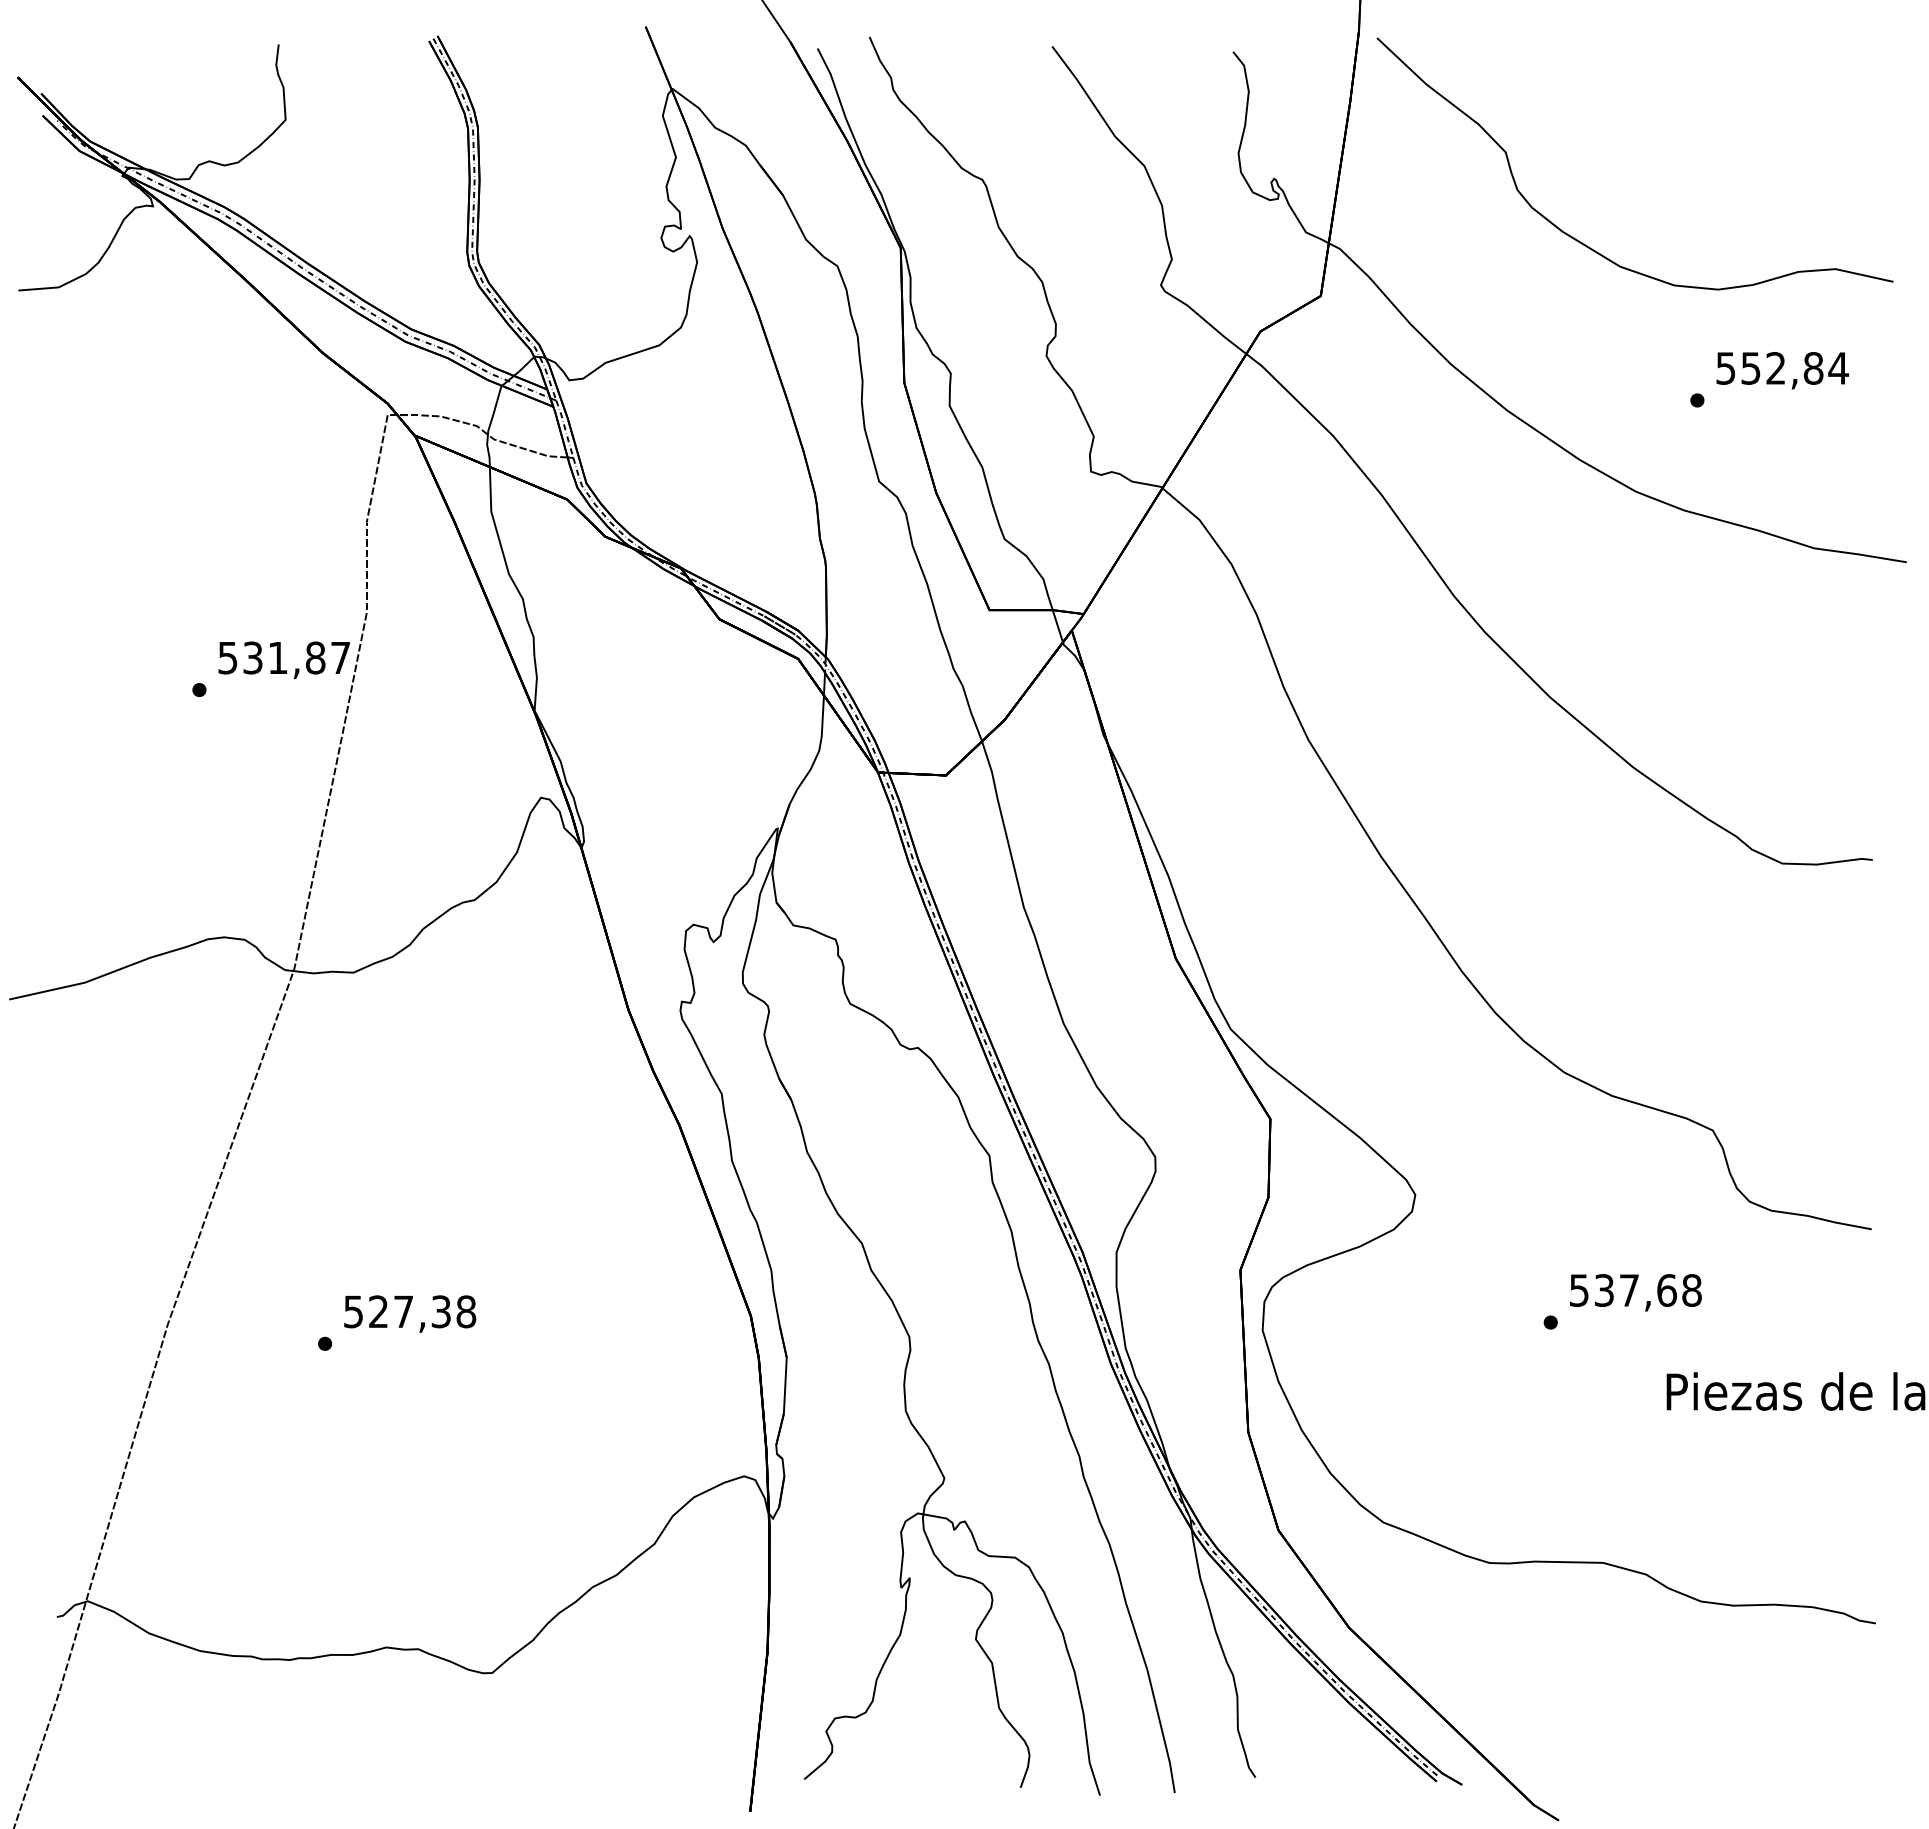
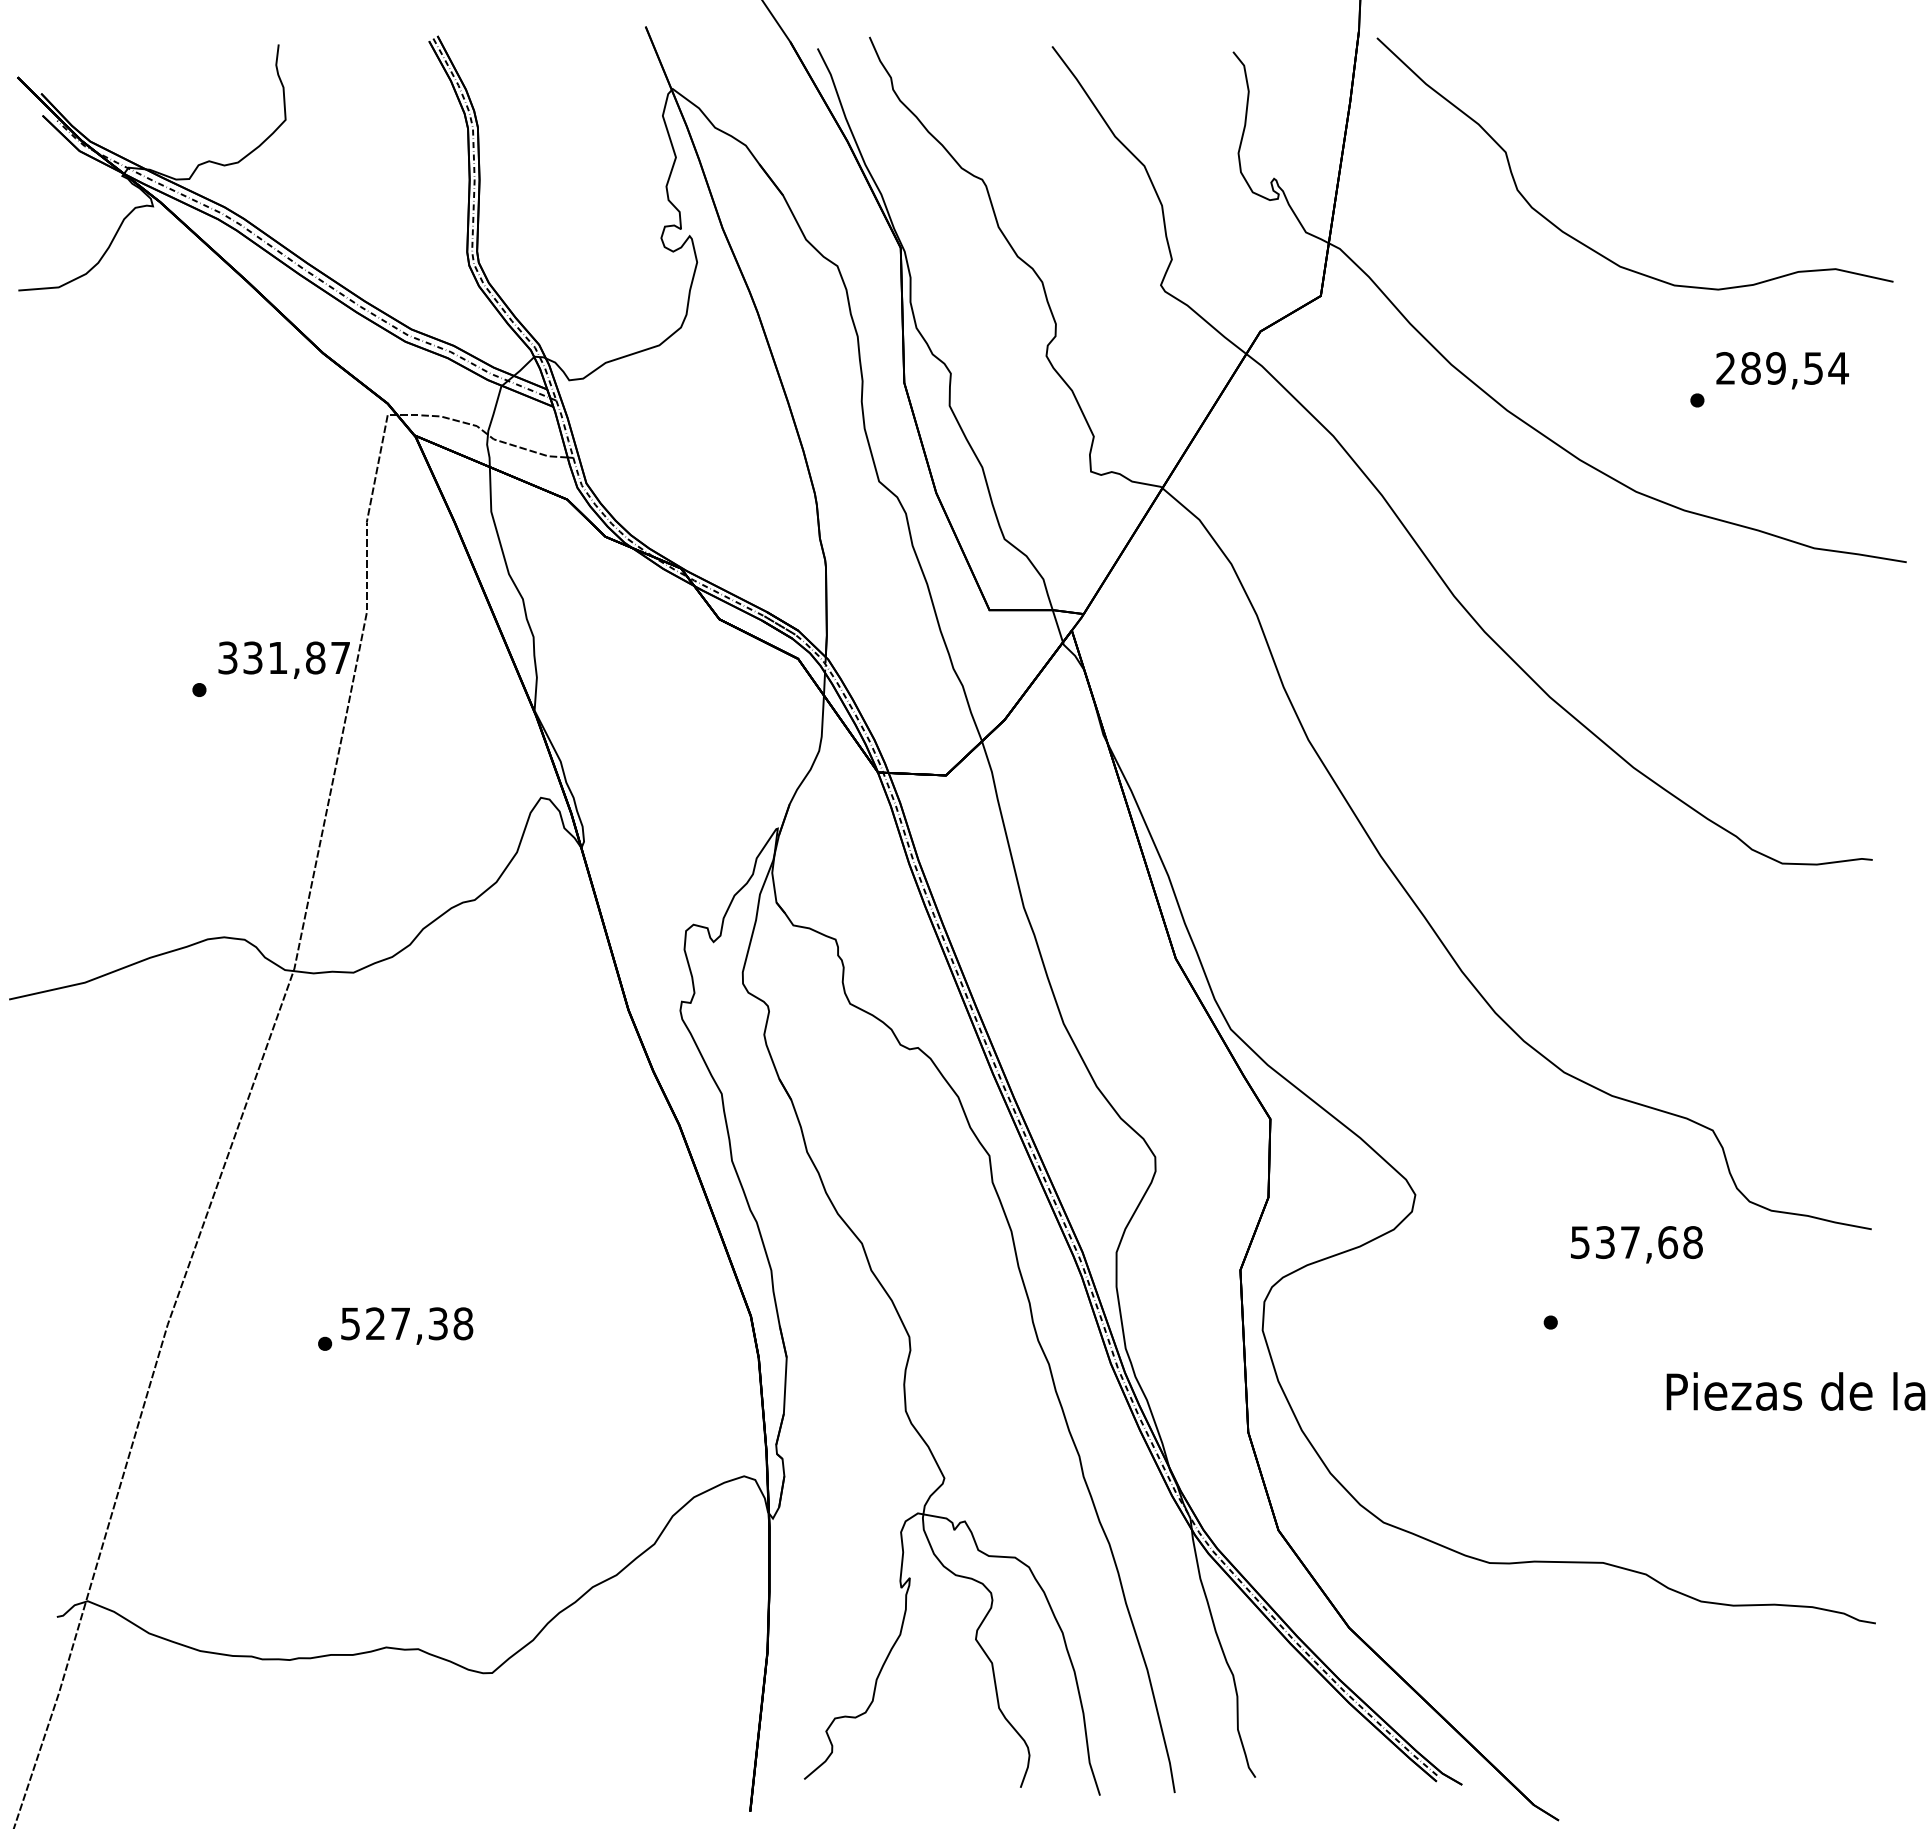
text at (1769, 368): 552,84 -> 289,54
text at (228, 657): 531,87 -> 331,87
text at (1635, 1292) position: (1635, 1292) -> (1636, 1244)
text at (410, 1313) position: (410, 1313) -> (407, 1325)
